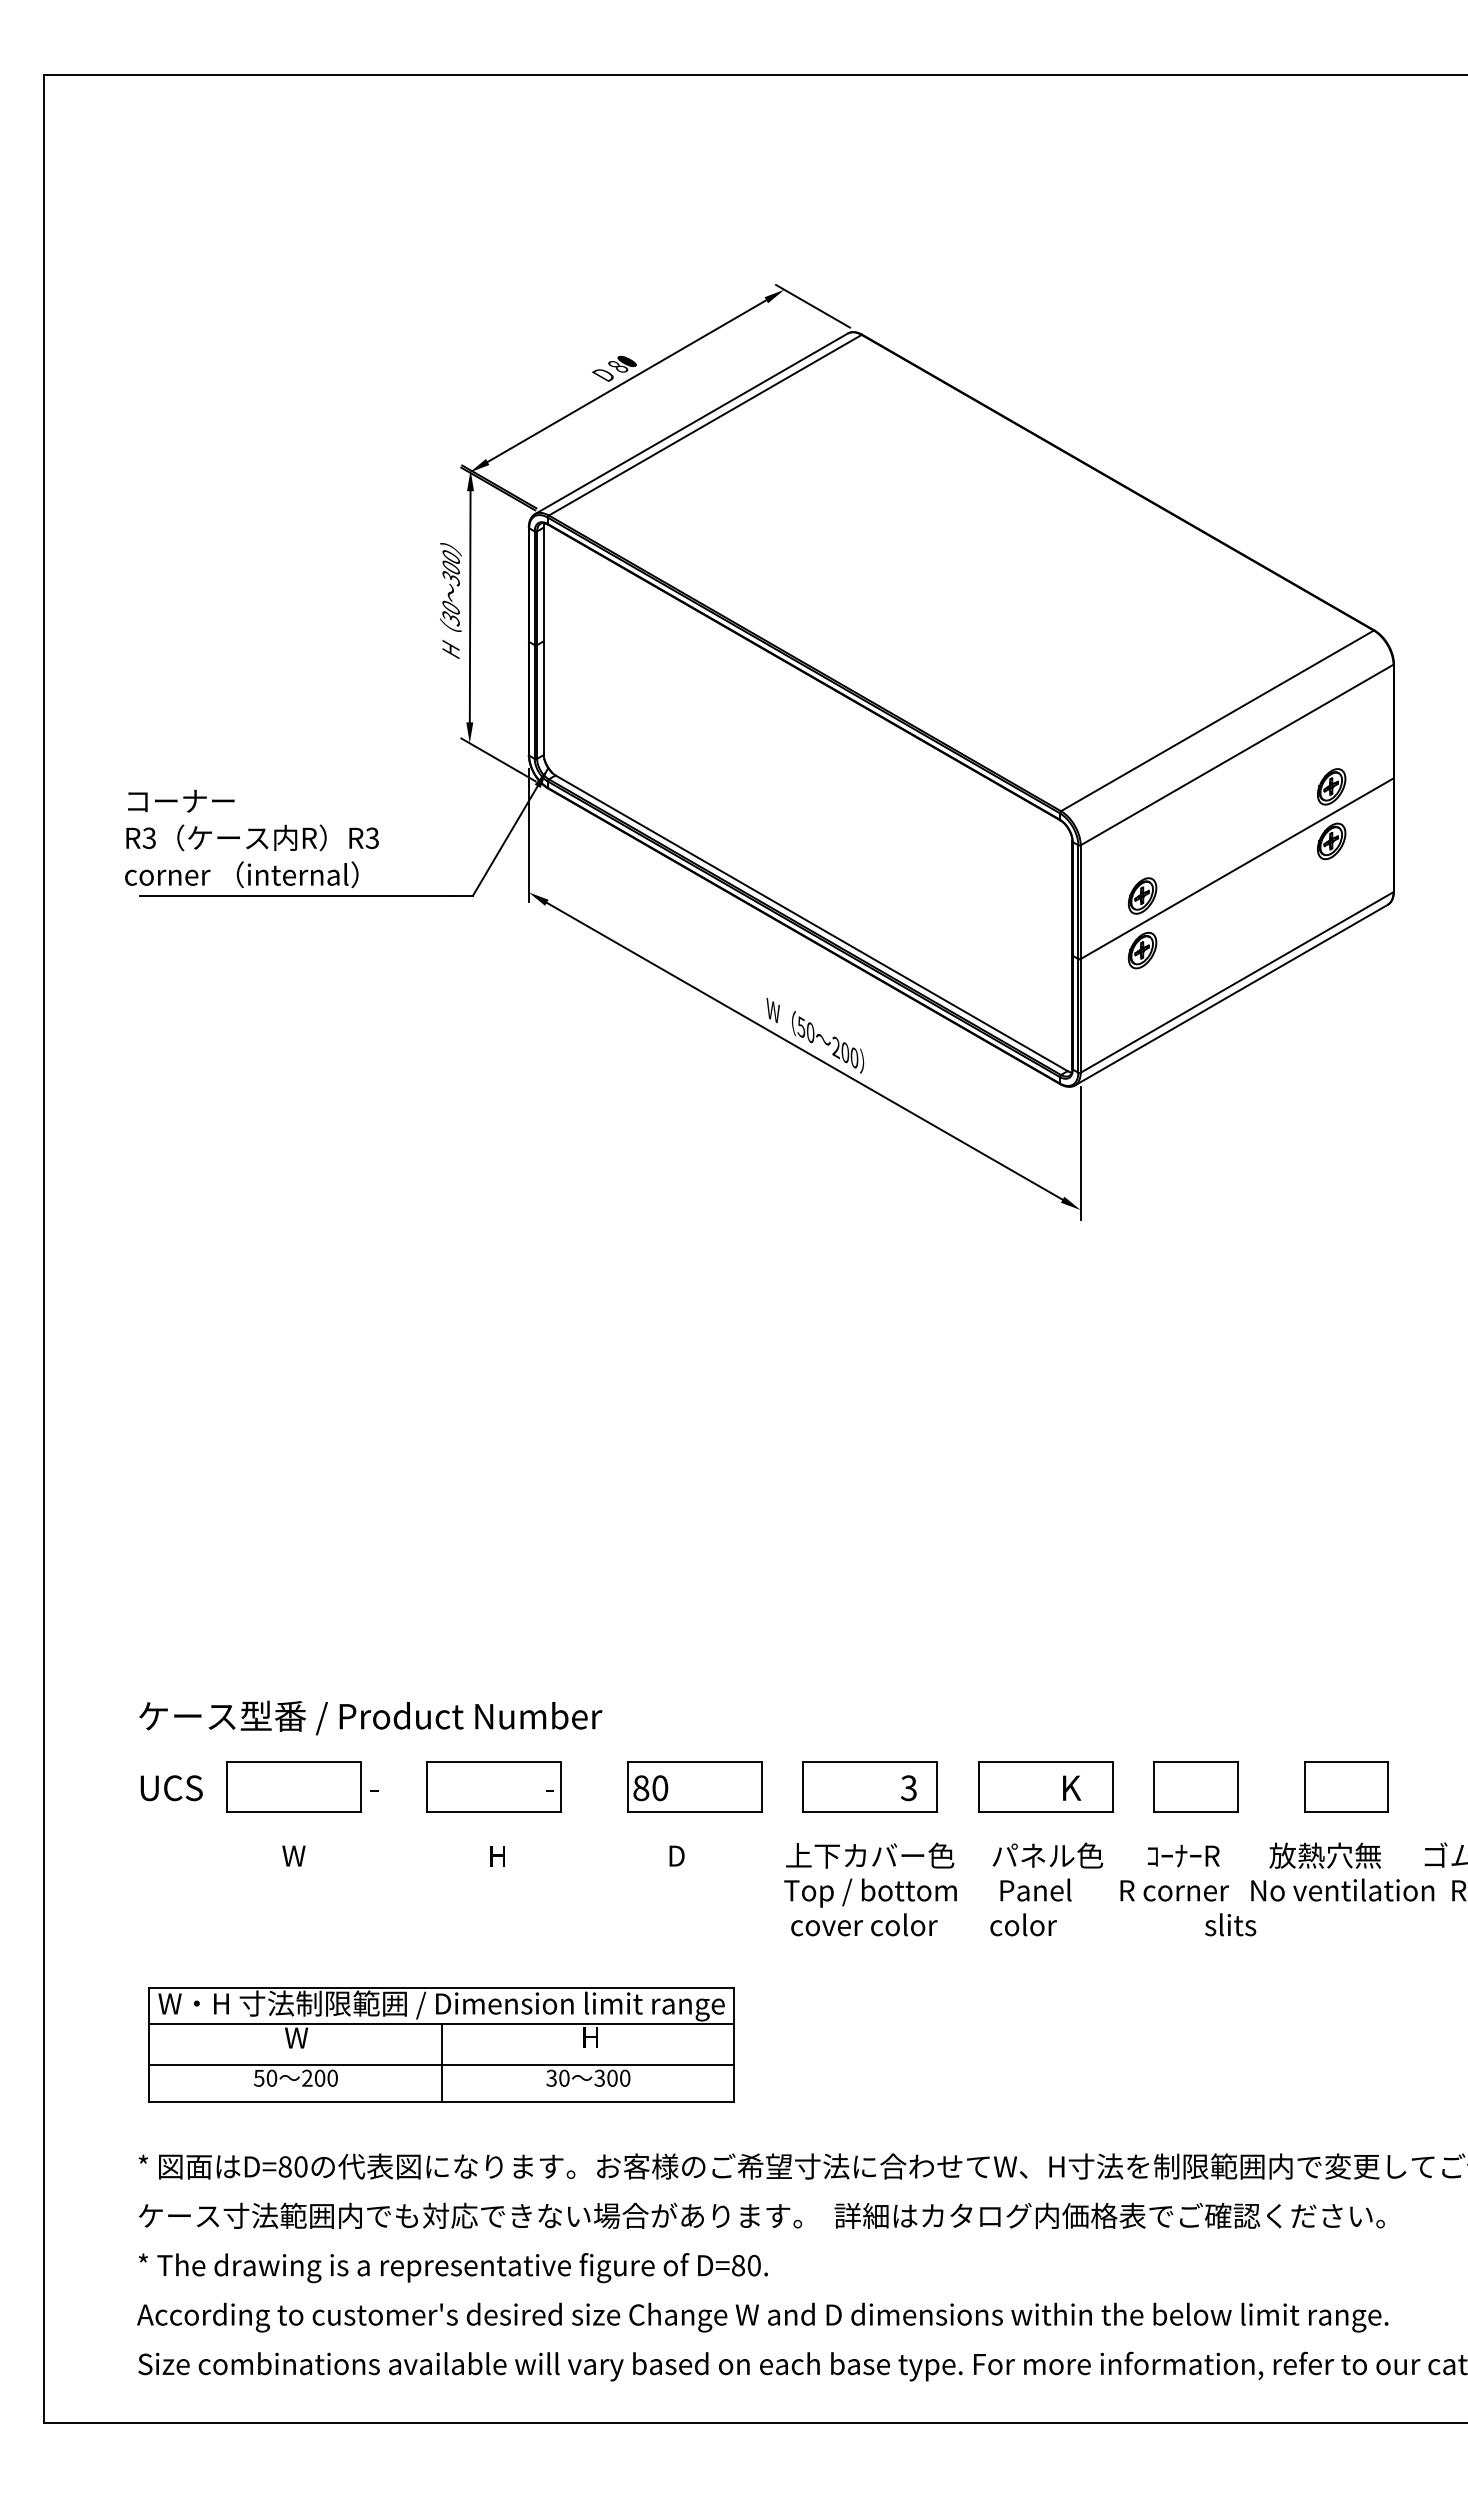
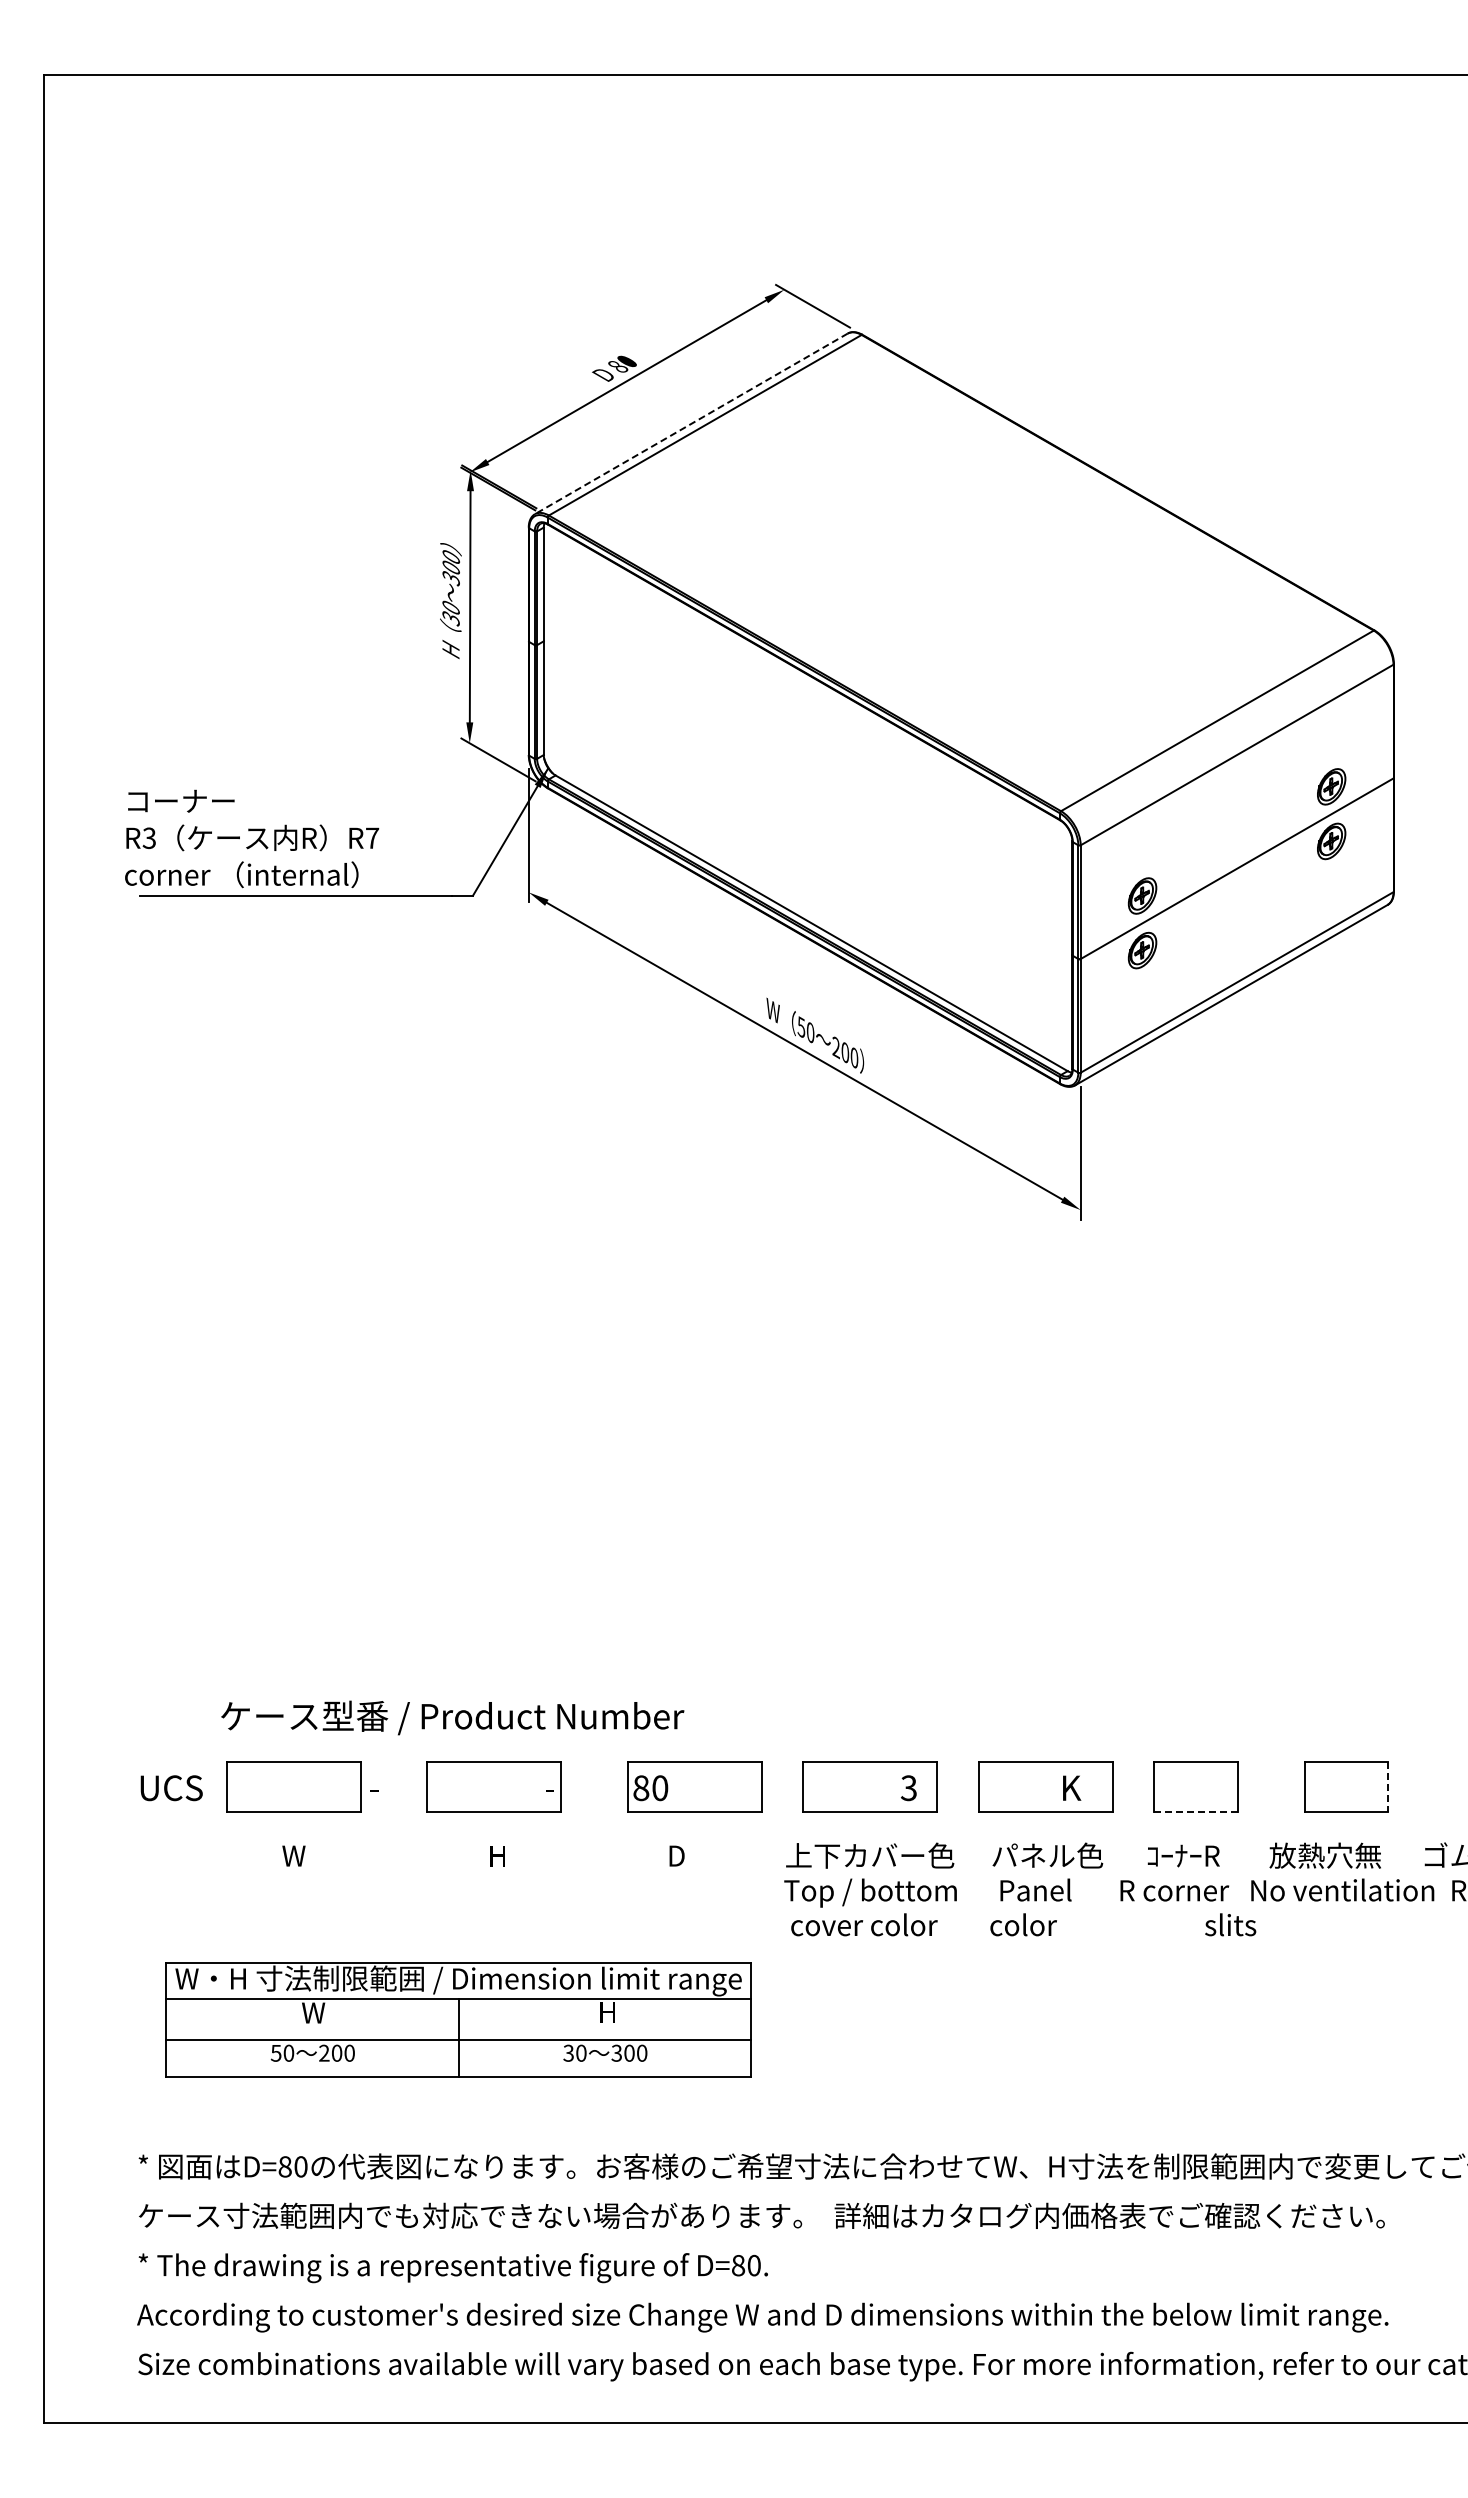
line at (691, 423): solid -> dashed
text at (372, 838): R3 -> R7
text at (370, 1717) position: (370, 1717) -> (452, 1717)
line at (1388, 1787): solid -> dashed
line at (1196, 1812): solid -> dashed
part at (441, 2044) position: (441, 2044) -> (458, 2019)
